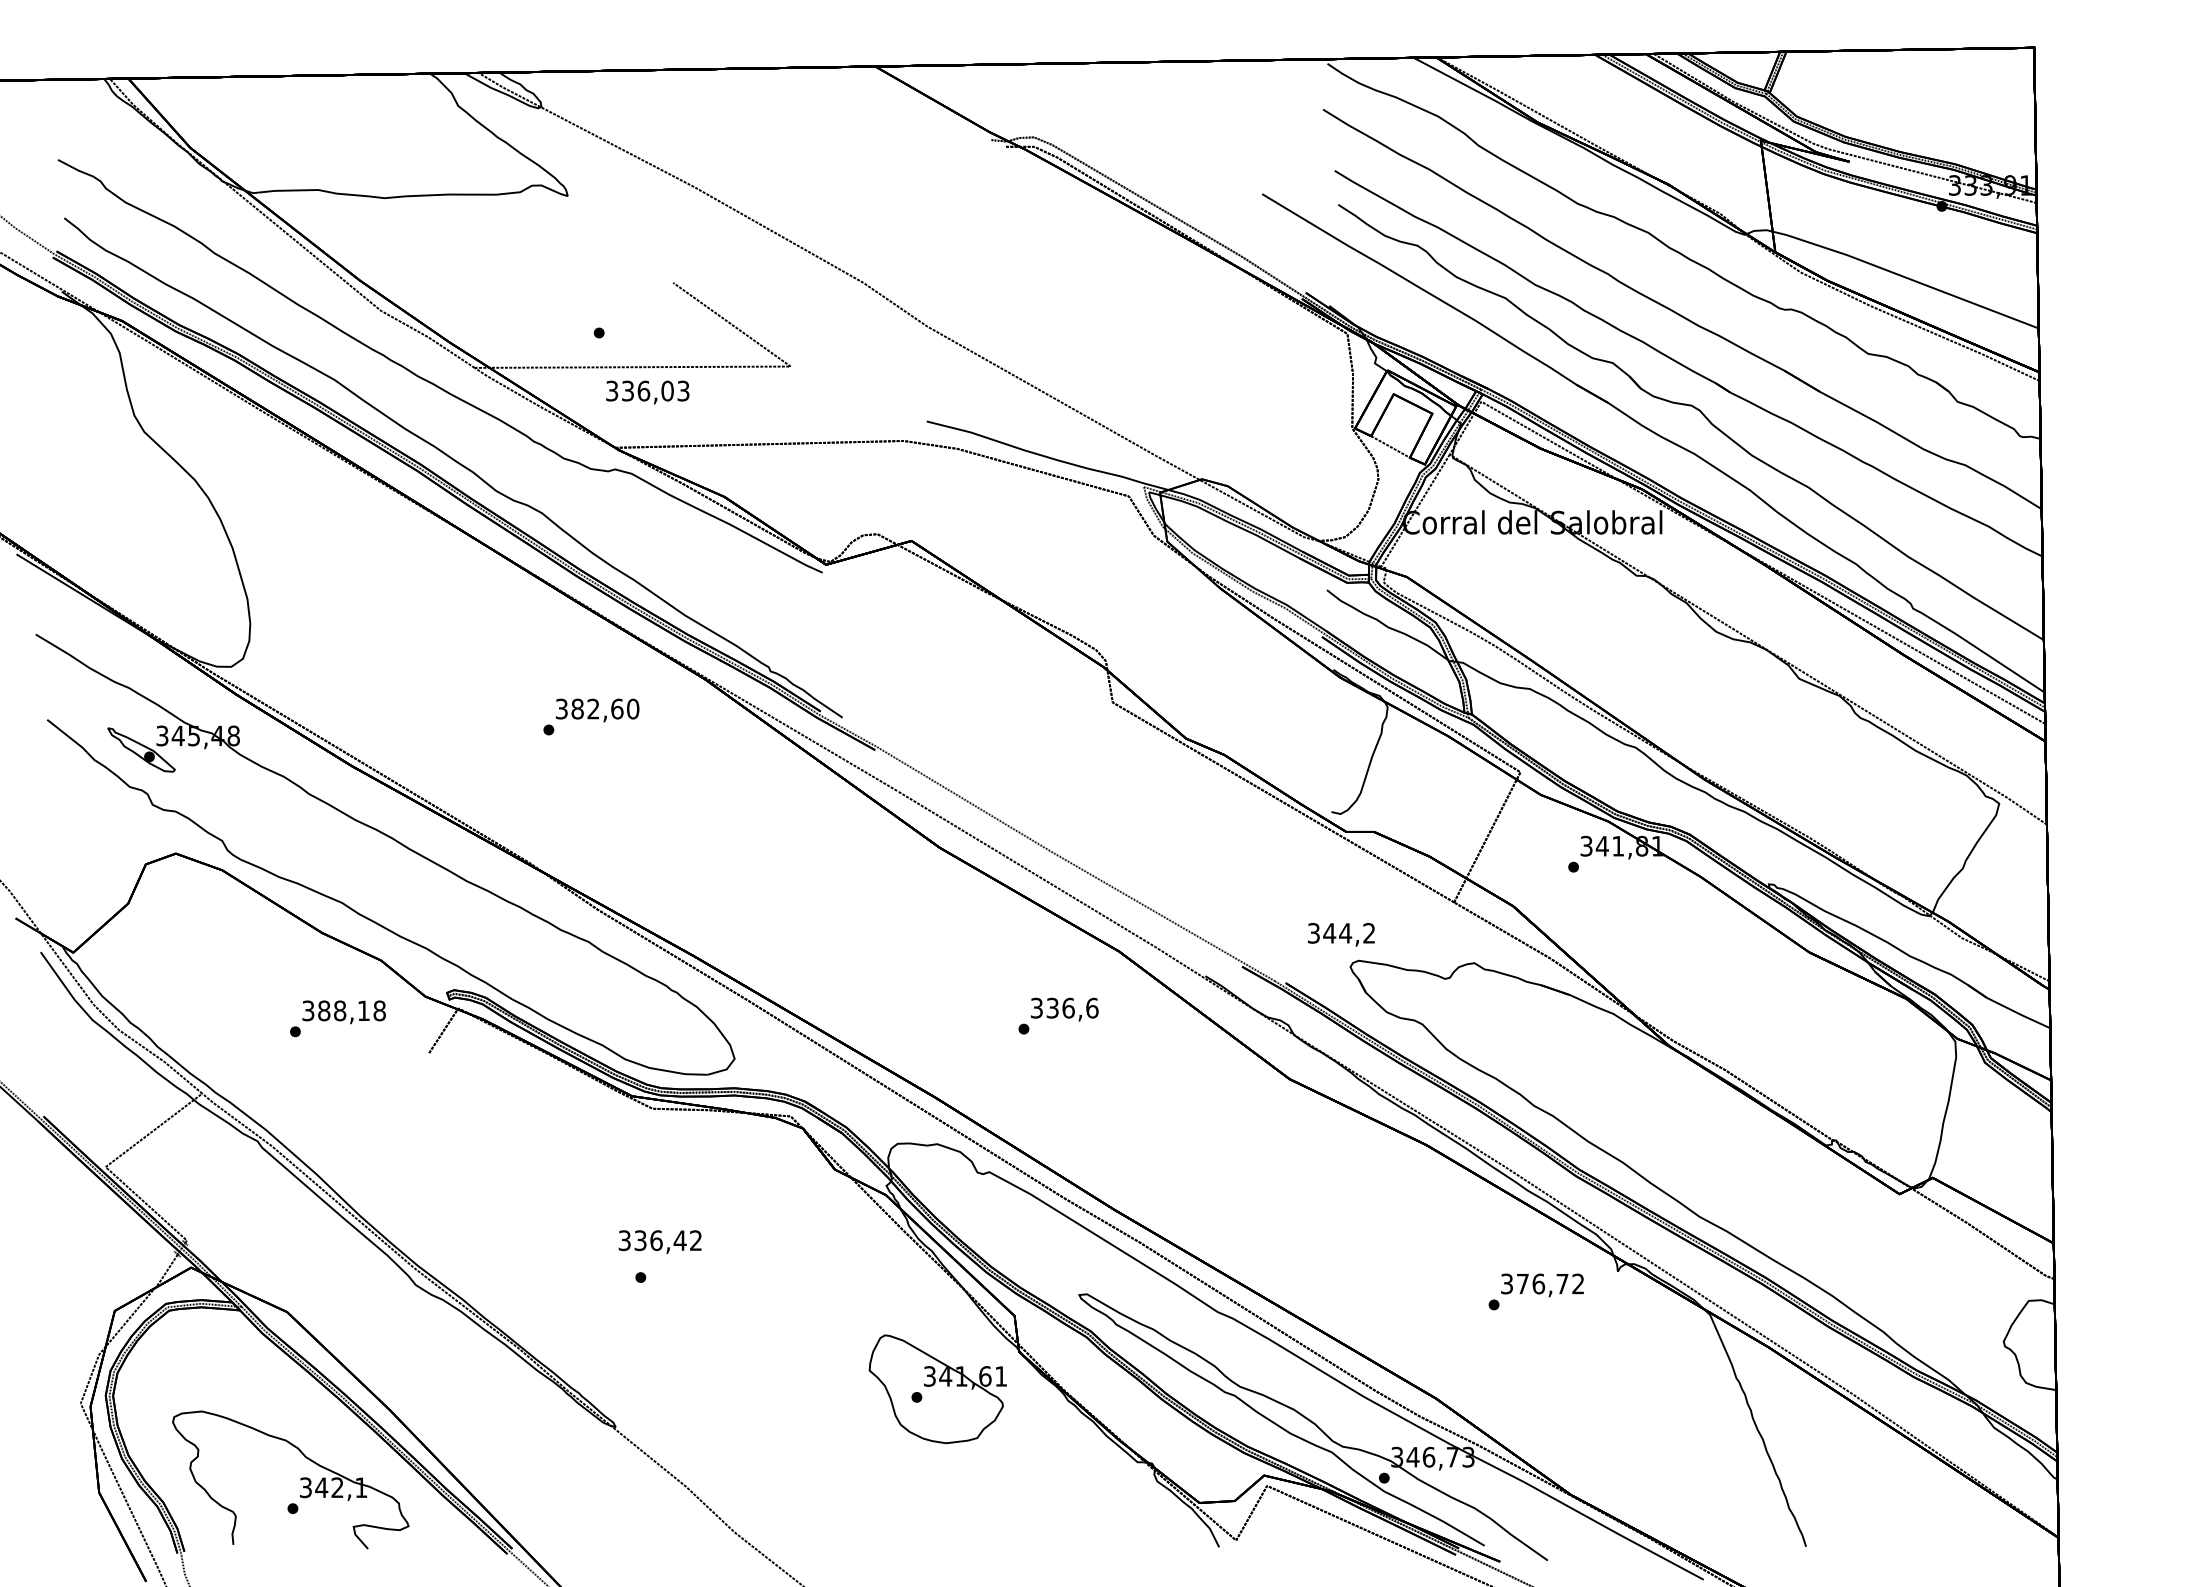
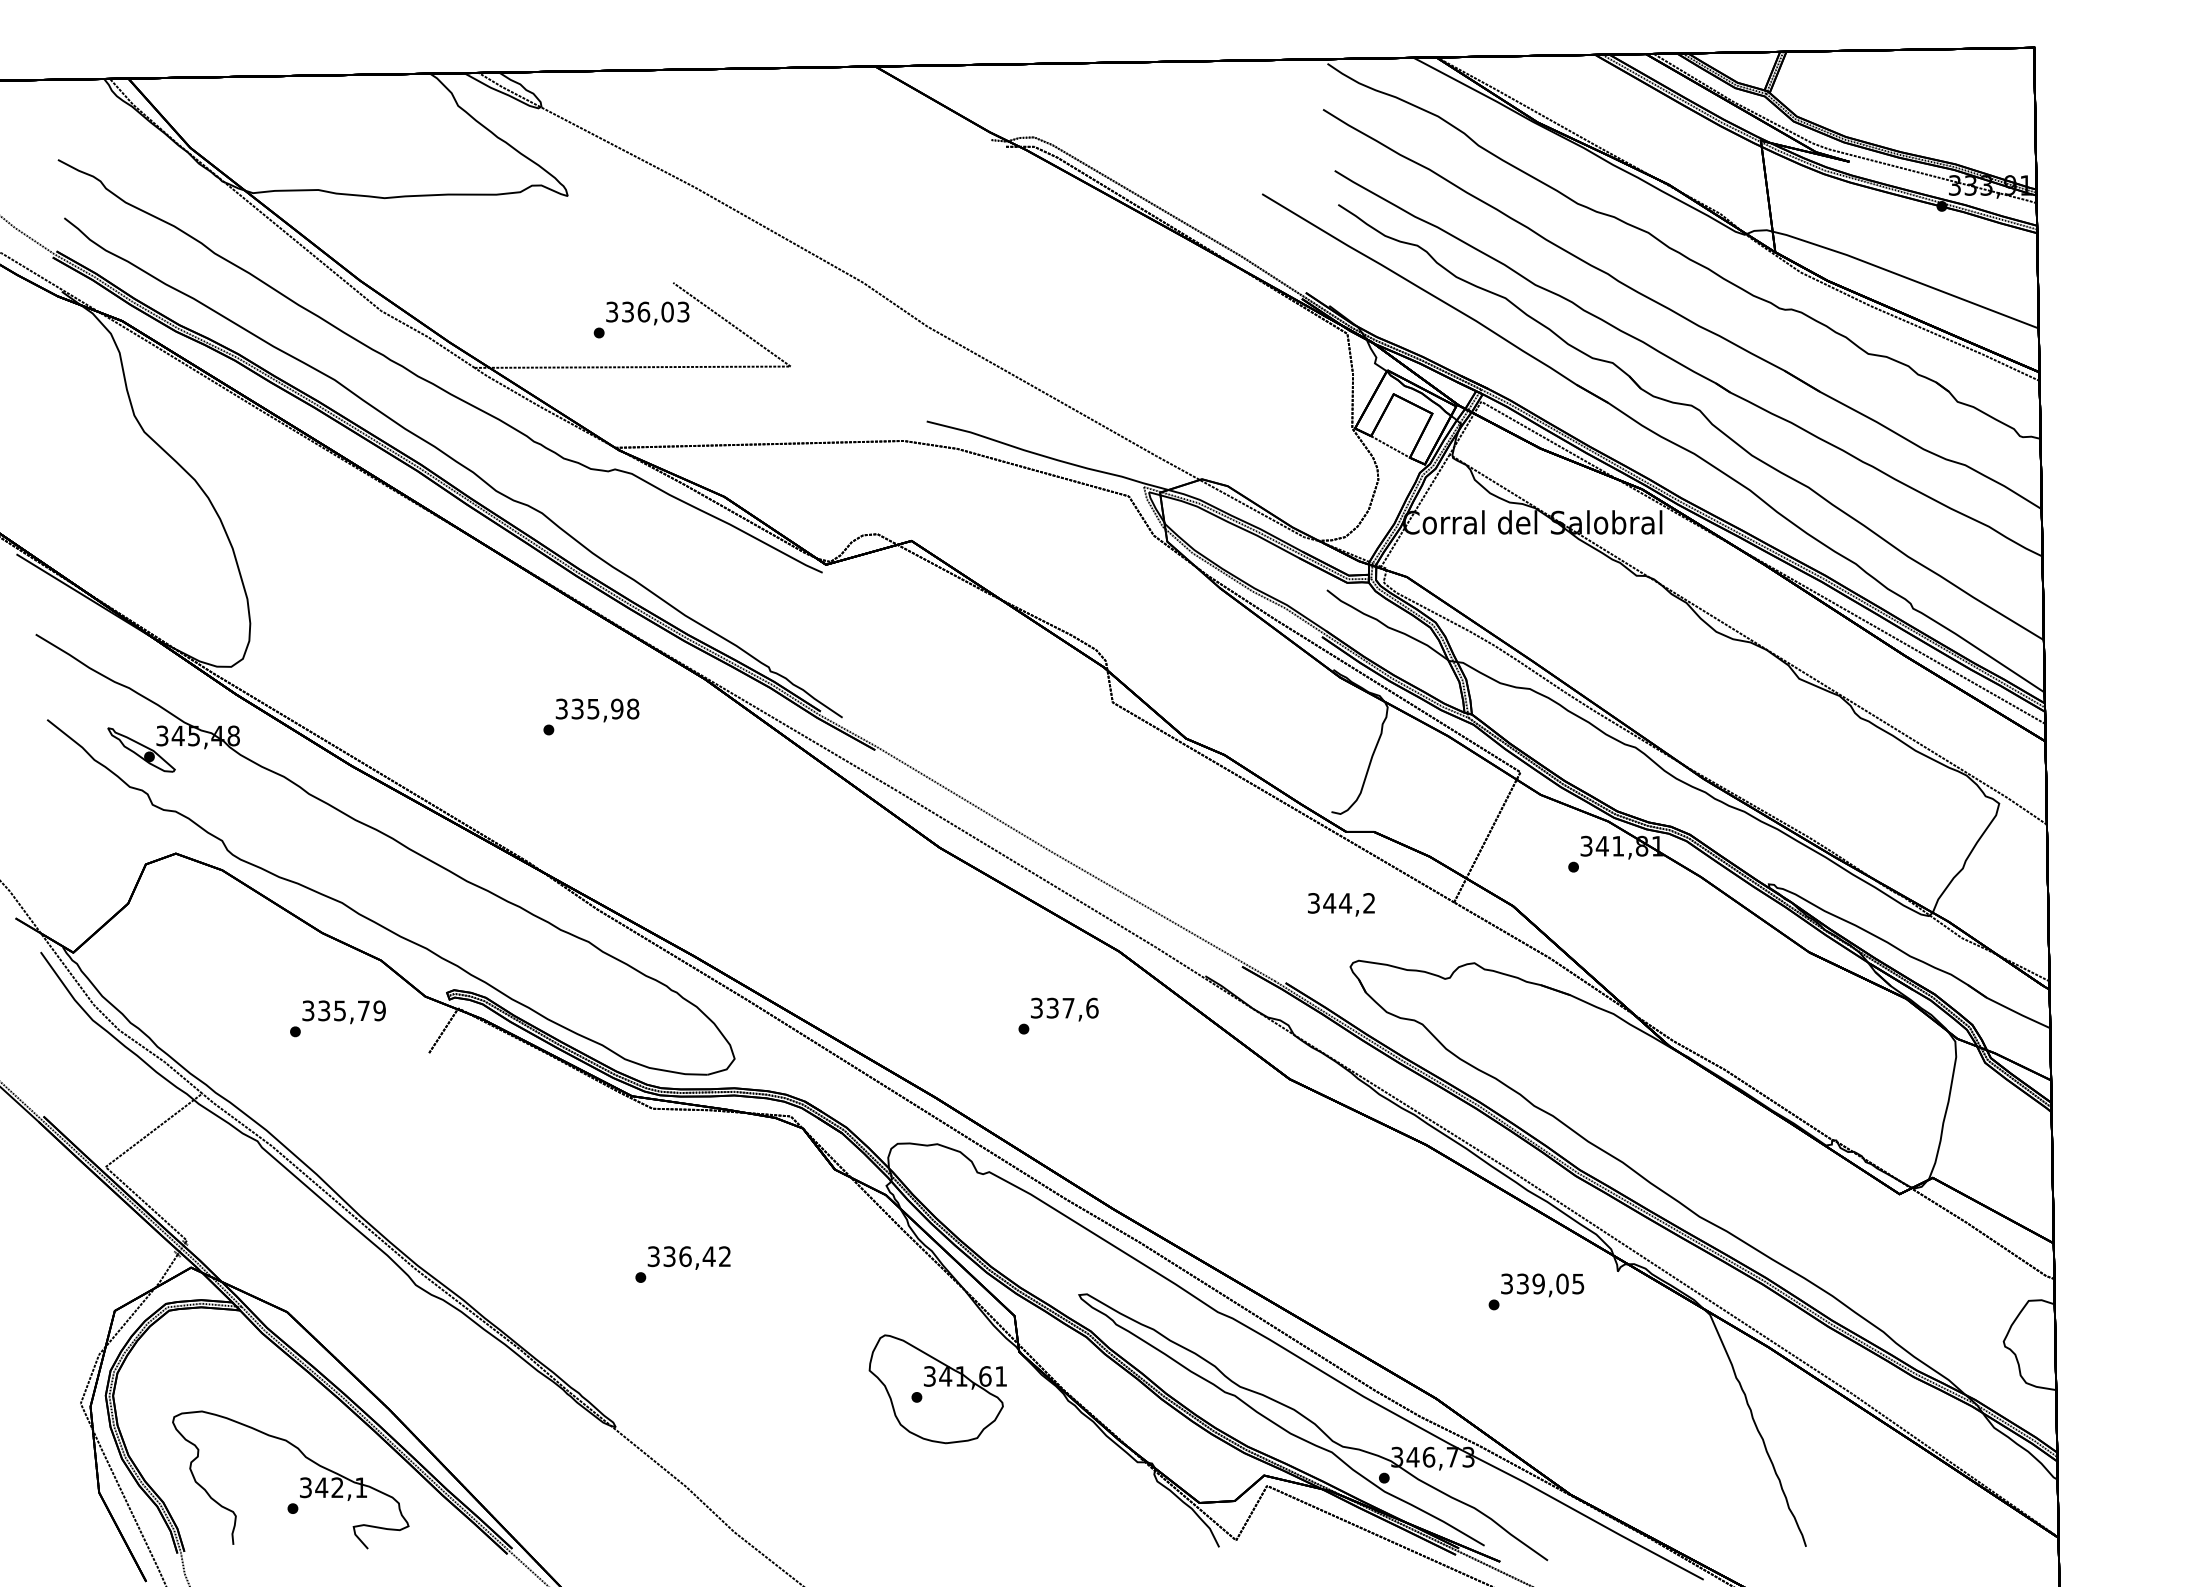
text at (647, 392) position: (647, 392) -> (647, 313)
text at (605, 708): 382,60 -> 335,98
text at (1341, 934) position: (1341, 934) -> (1341, 904)
text at (1068, 1007): 336,6 -> 337,6
text at (351, 1010): 388,18 -> 335,79
text at (659, 1241) position: (659, 1241) -> (688, 1257)
text at (1550, 1283): 376,72 -> 339,05
